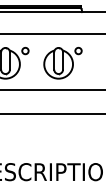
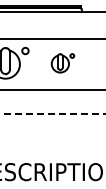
line at (52, 33) position: (52, 33) -> (52, 38)
part at (62, 63) size: 40x33 px -> 26x21 px
line at (52, 113): solid -> dashed
